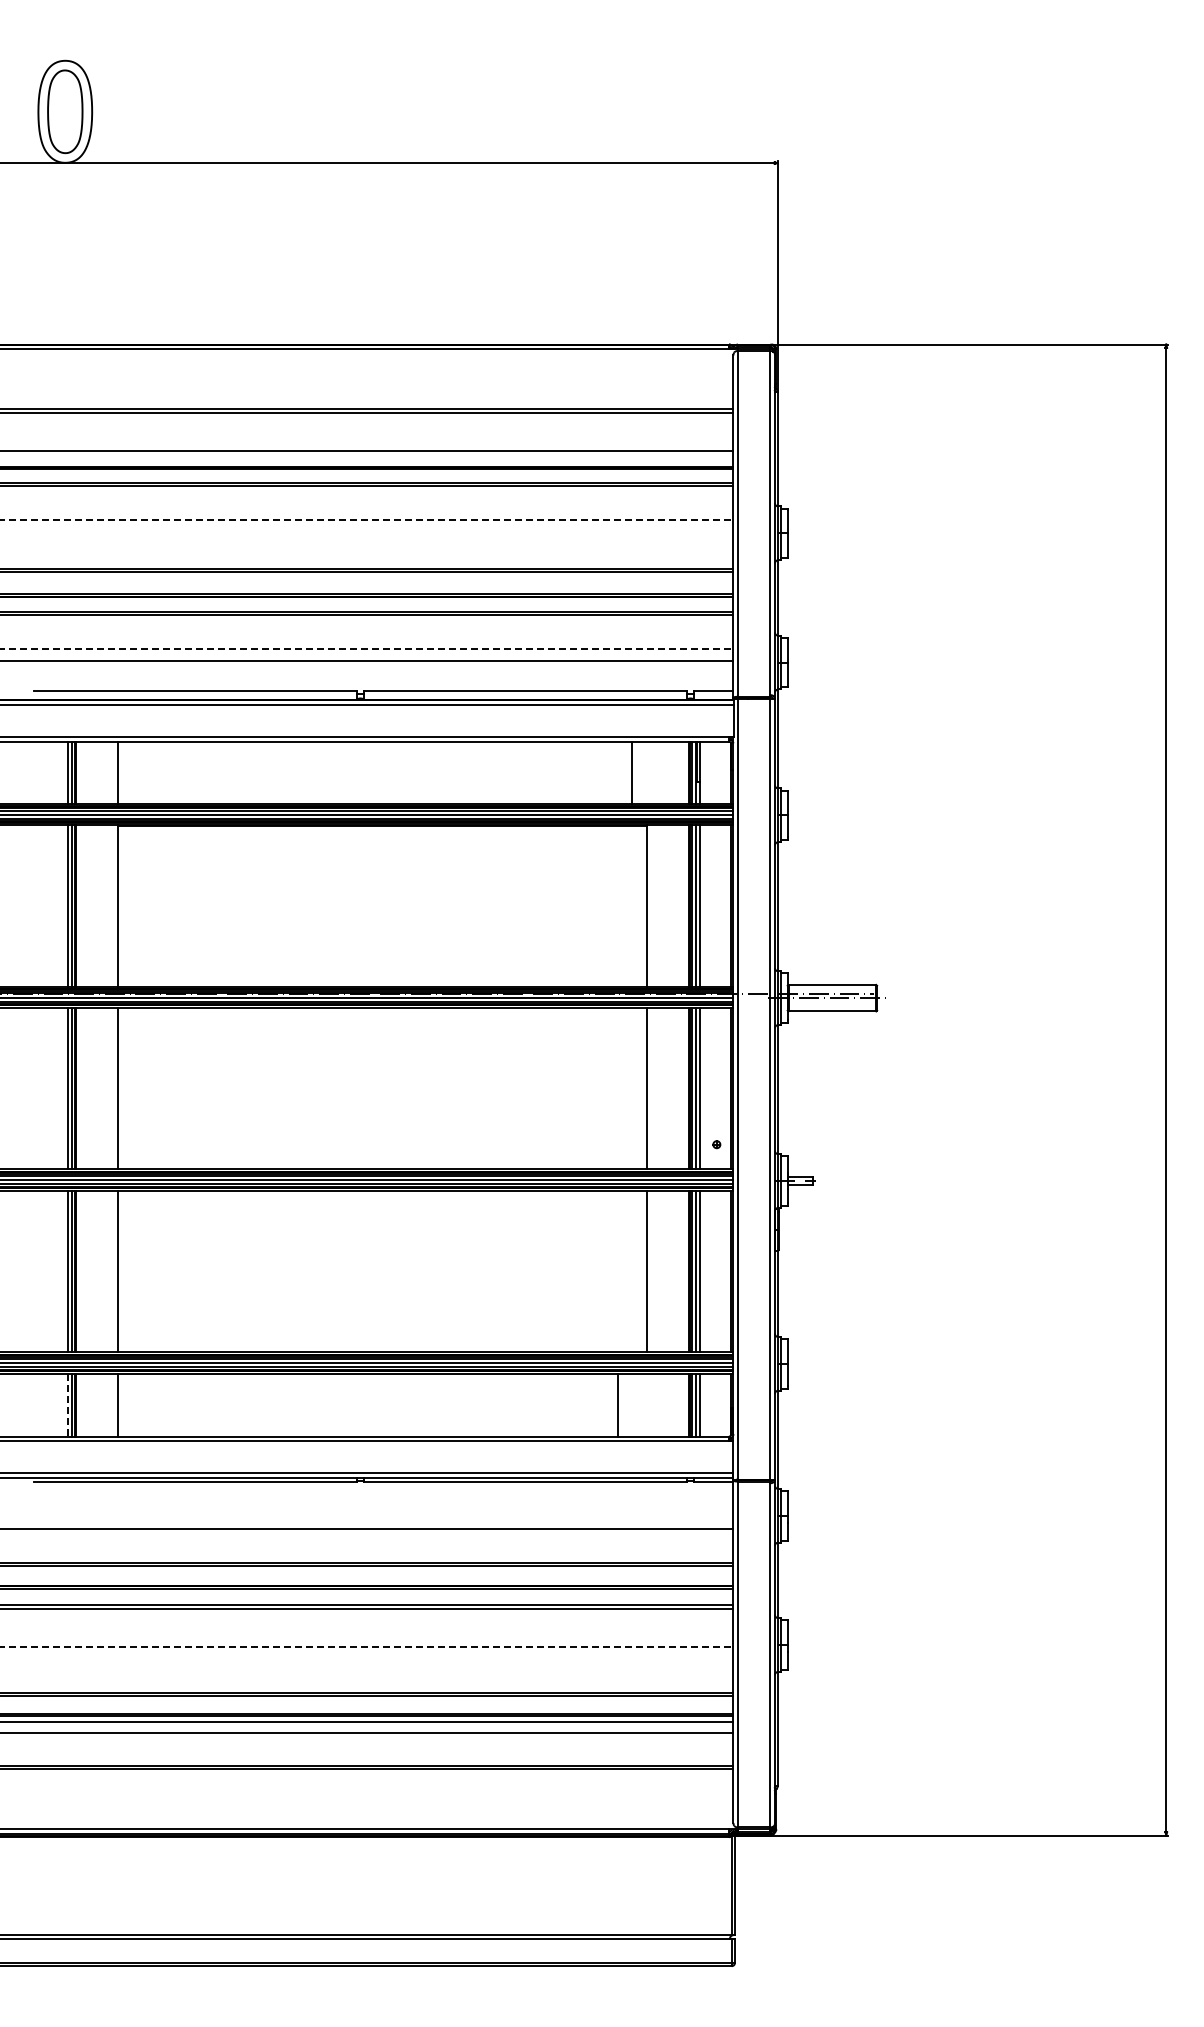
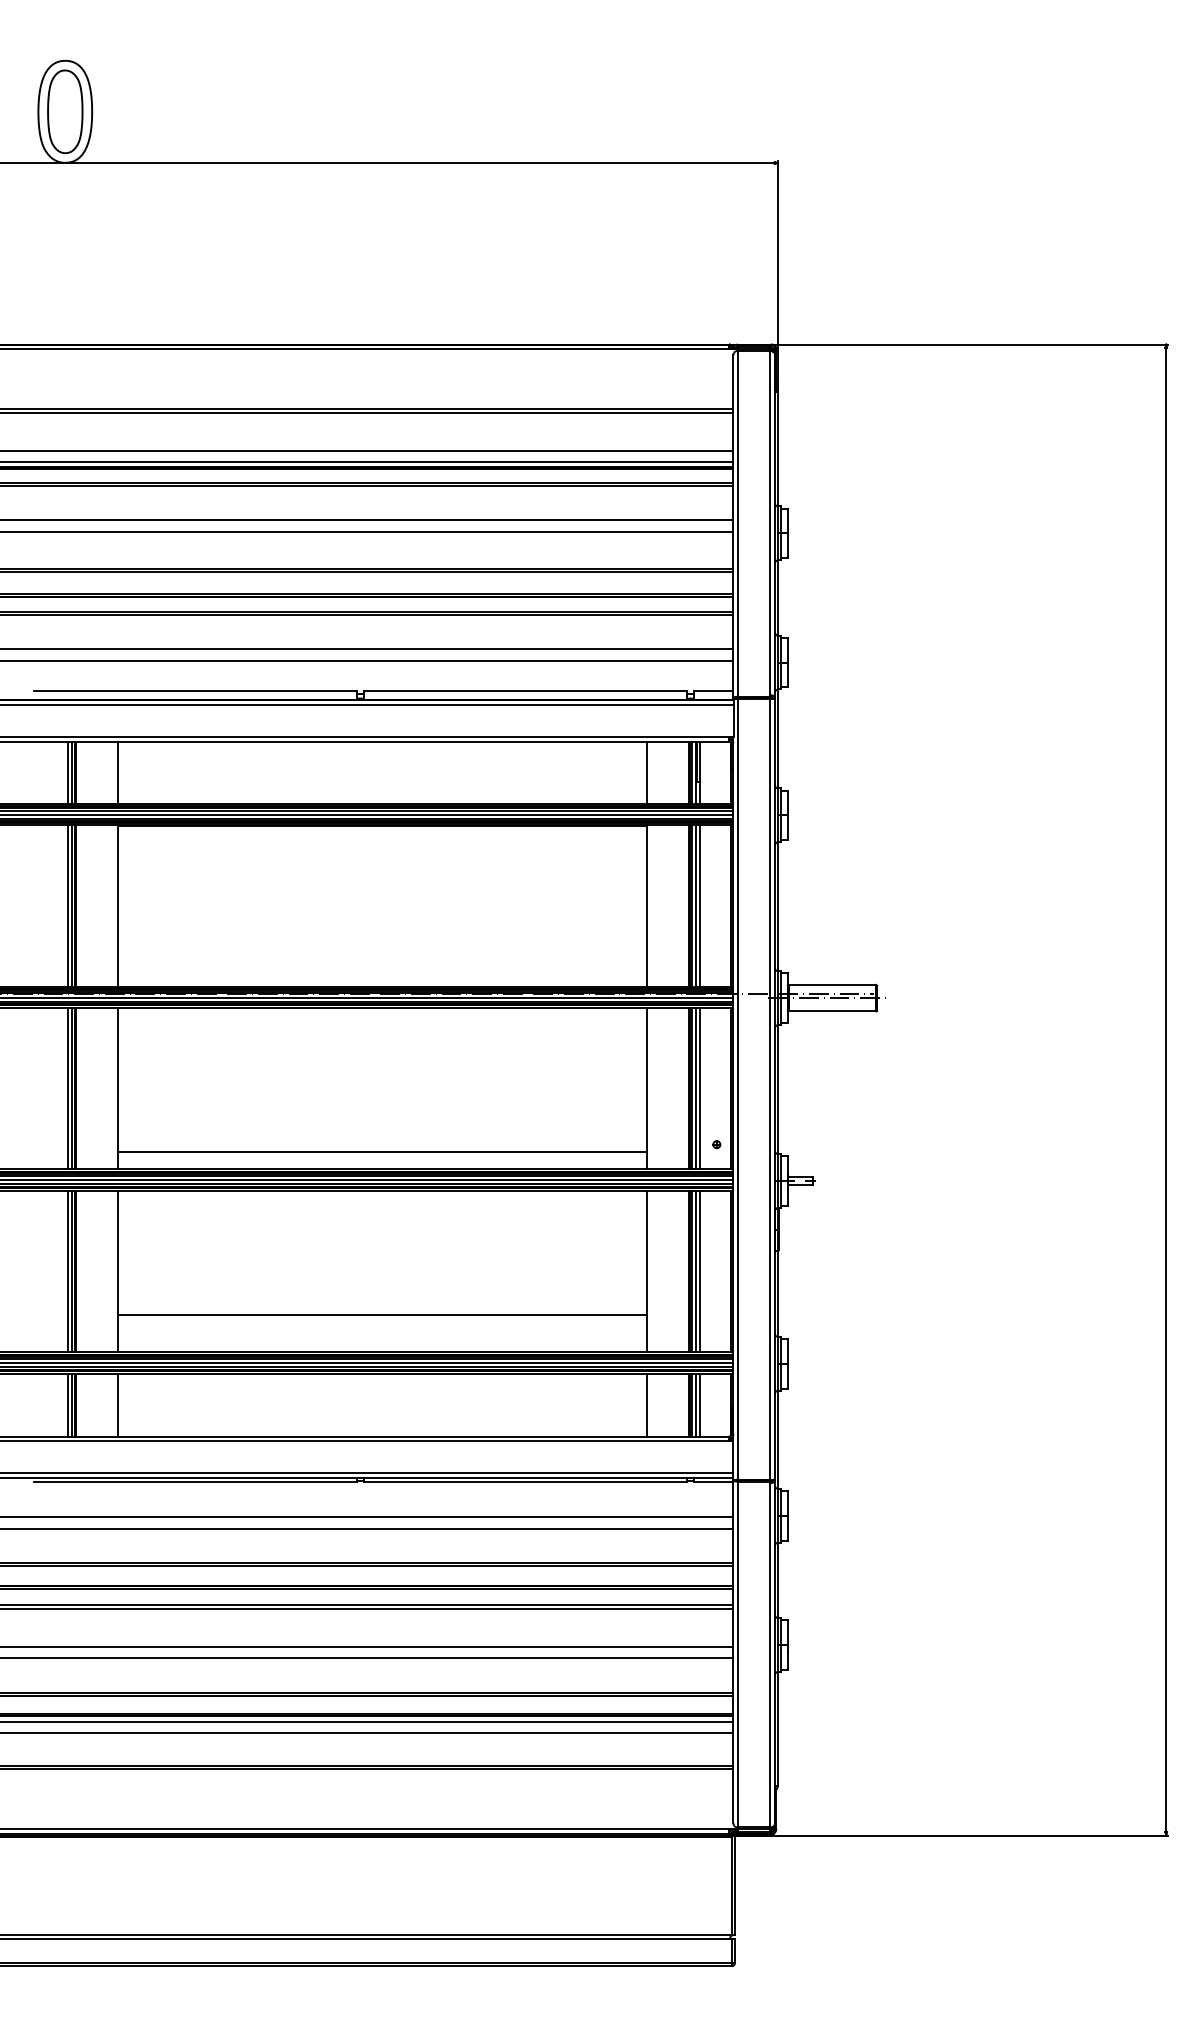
line at (367, 461): none -> present
line at (367, 519): dashed -> solid
line at (367, 531): none -> present
line at (367, 649): dashed -> solid
line at (632, 772) position: (632, 772) -> (647, 772)
line at (382, 1151): none -> present
line at (382, 1314): none -> present
line at (618, 1404) position: (618, 1404) -> (647, 1404)
line at (67, 1405): dashed -> solid
line at (367, 1517): none -> present
line at (367, 1646): dashed -> solid
line at (367, 1658): none -> present
